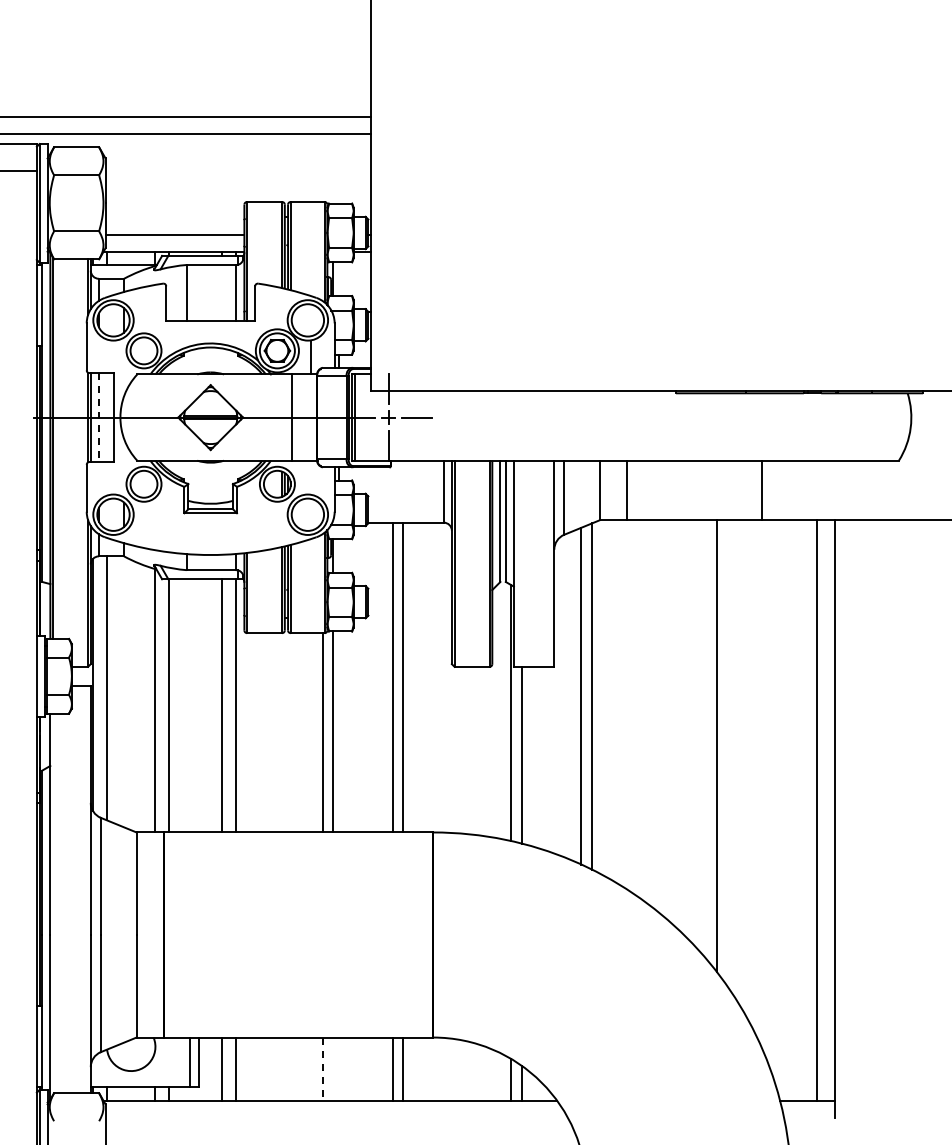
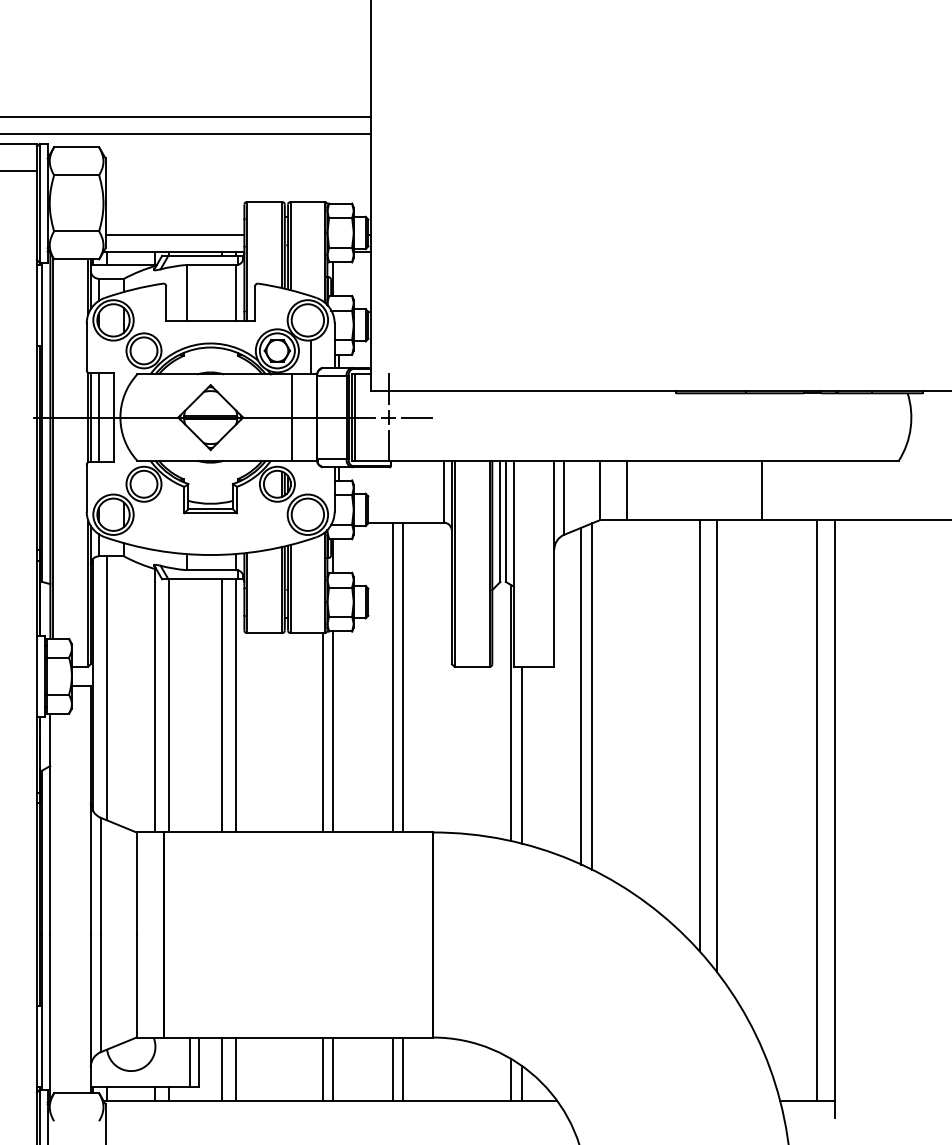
line at (98, 418): dashed -> solid
line at (699, 735): none -> present
line at (333, 1068): none -> present
line at (322, 1069): dashed -> solid
